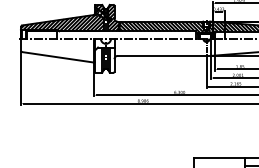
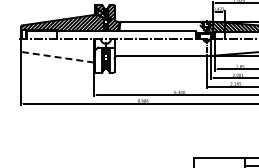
hatch at (162, 27): present -> none
line at (57, 57): solid -> dashed
